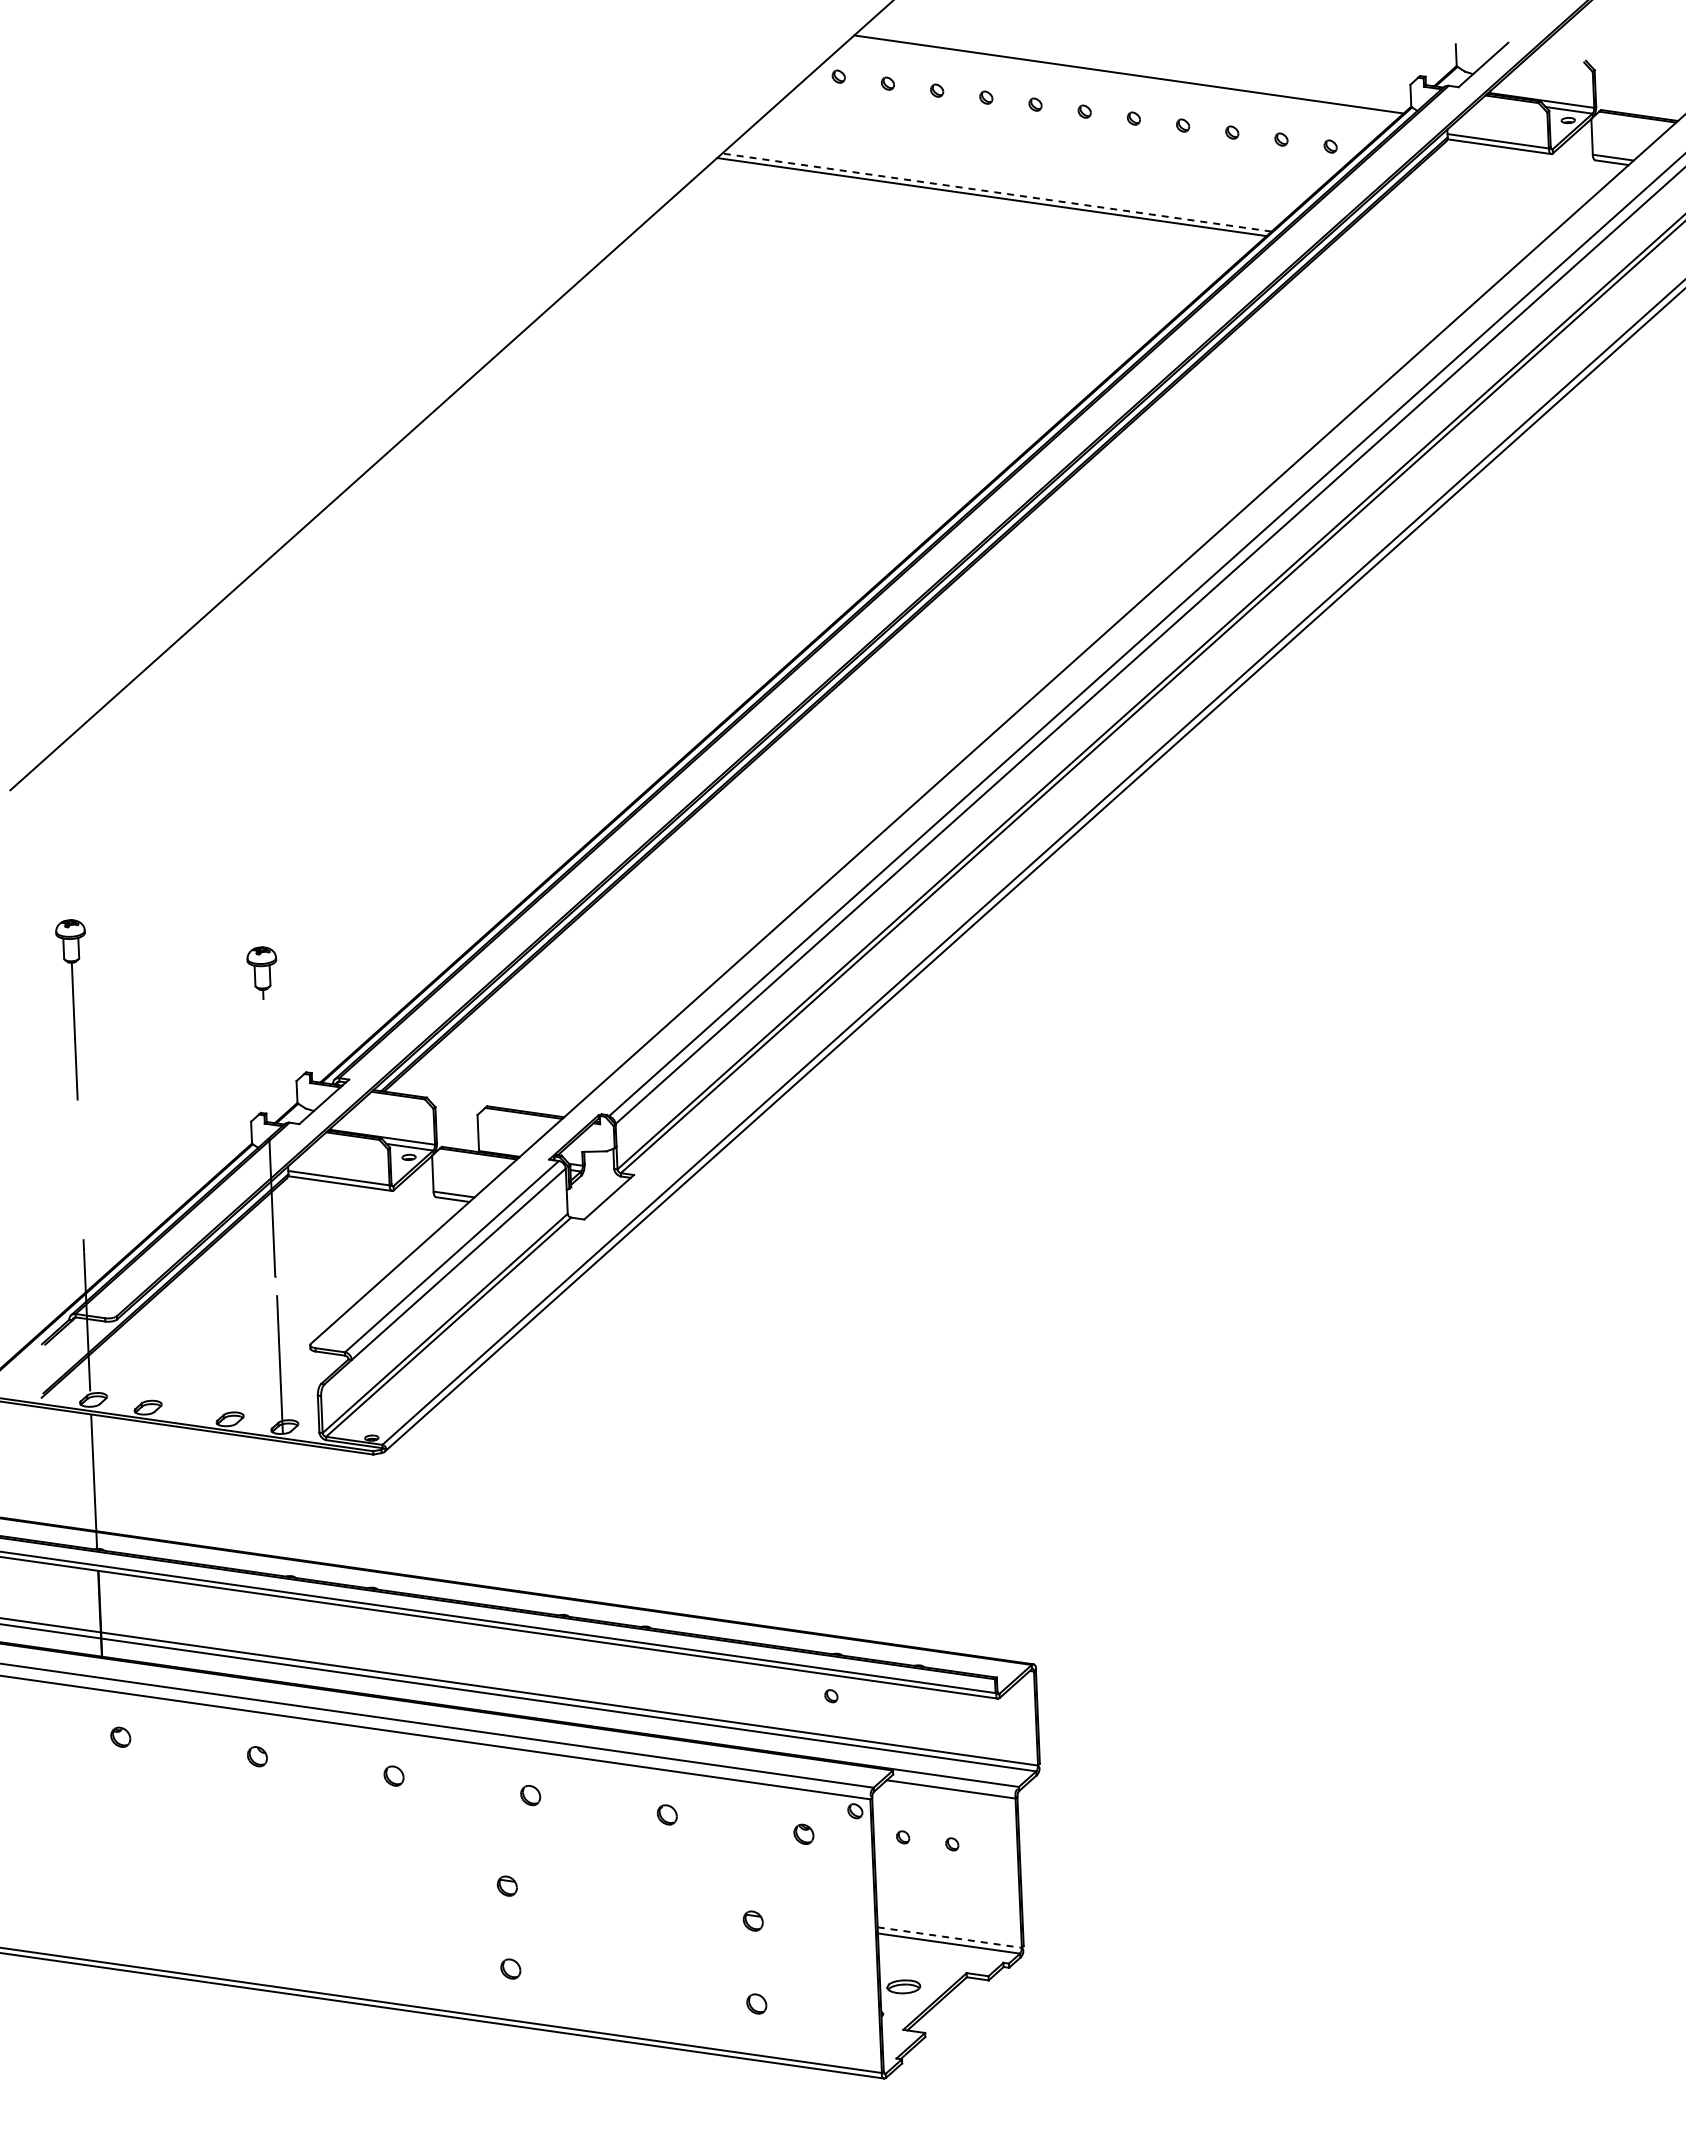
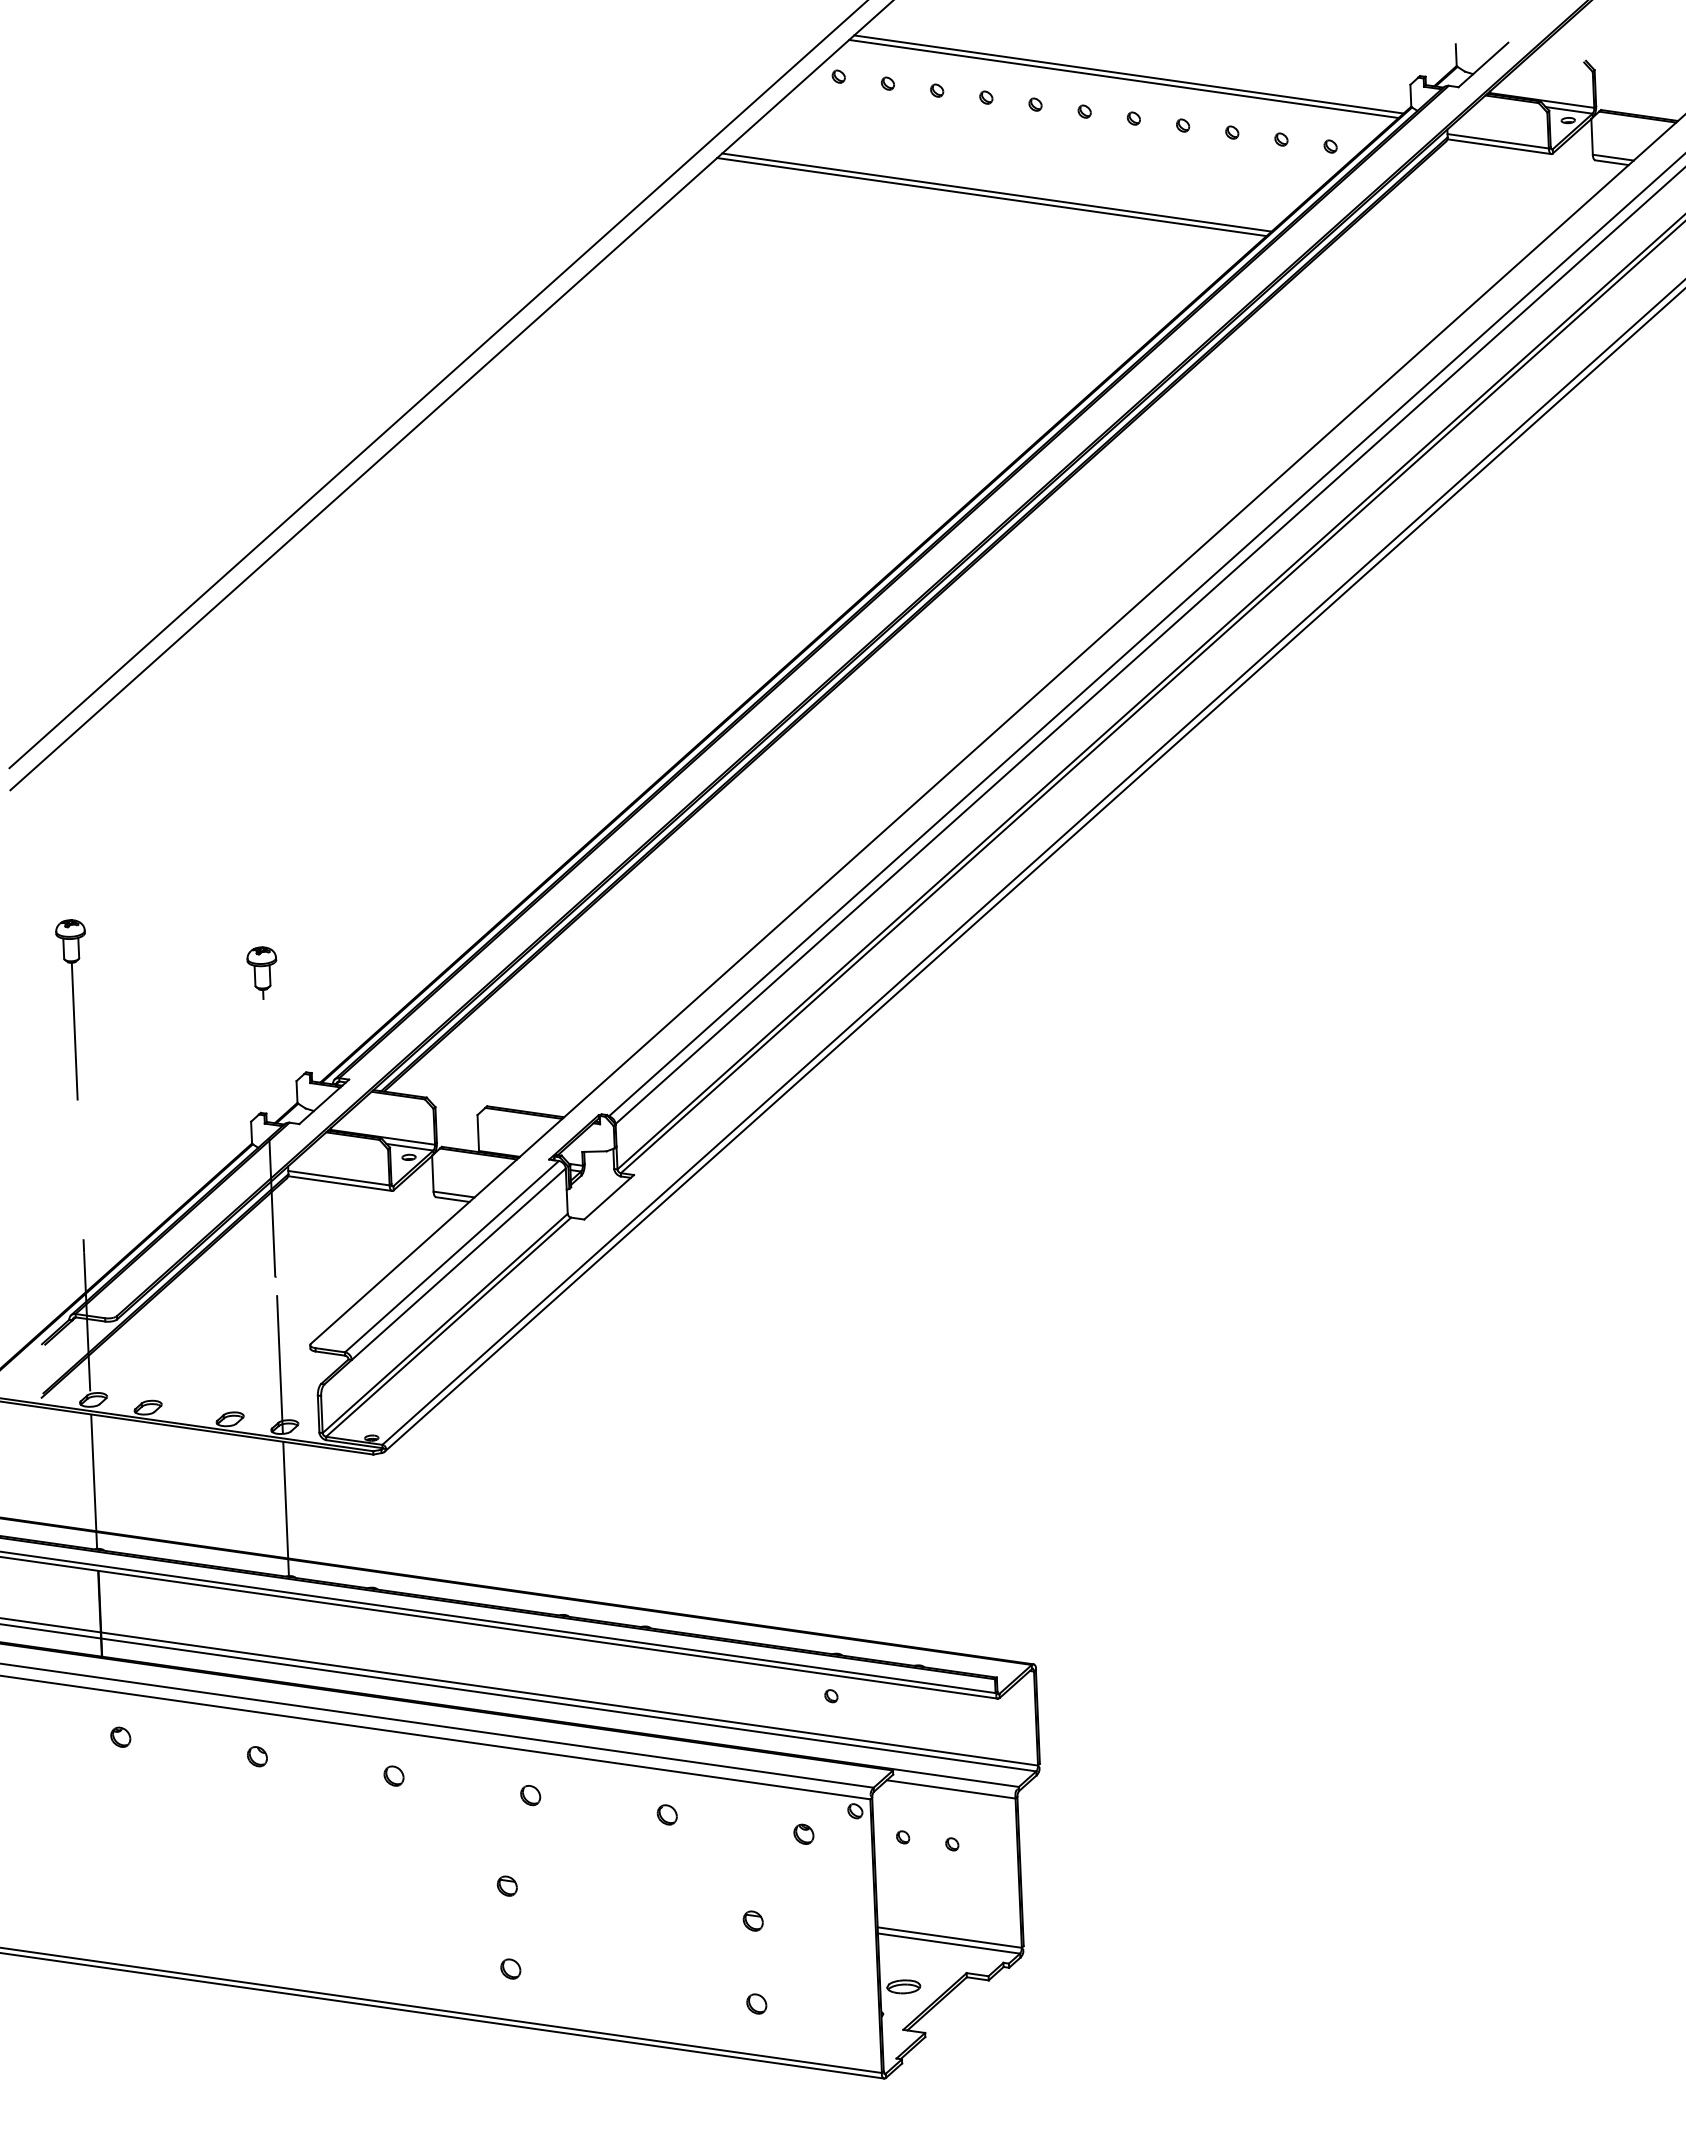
line at (1123, 78): none -> present
line at (996, 192): dashed -> solid
line at (437, 385): none -> present
line at (285, 1509): none -> present
line at (949, 1937): dashed -> solid
